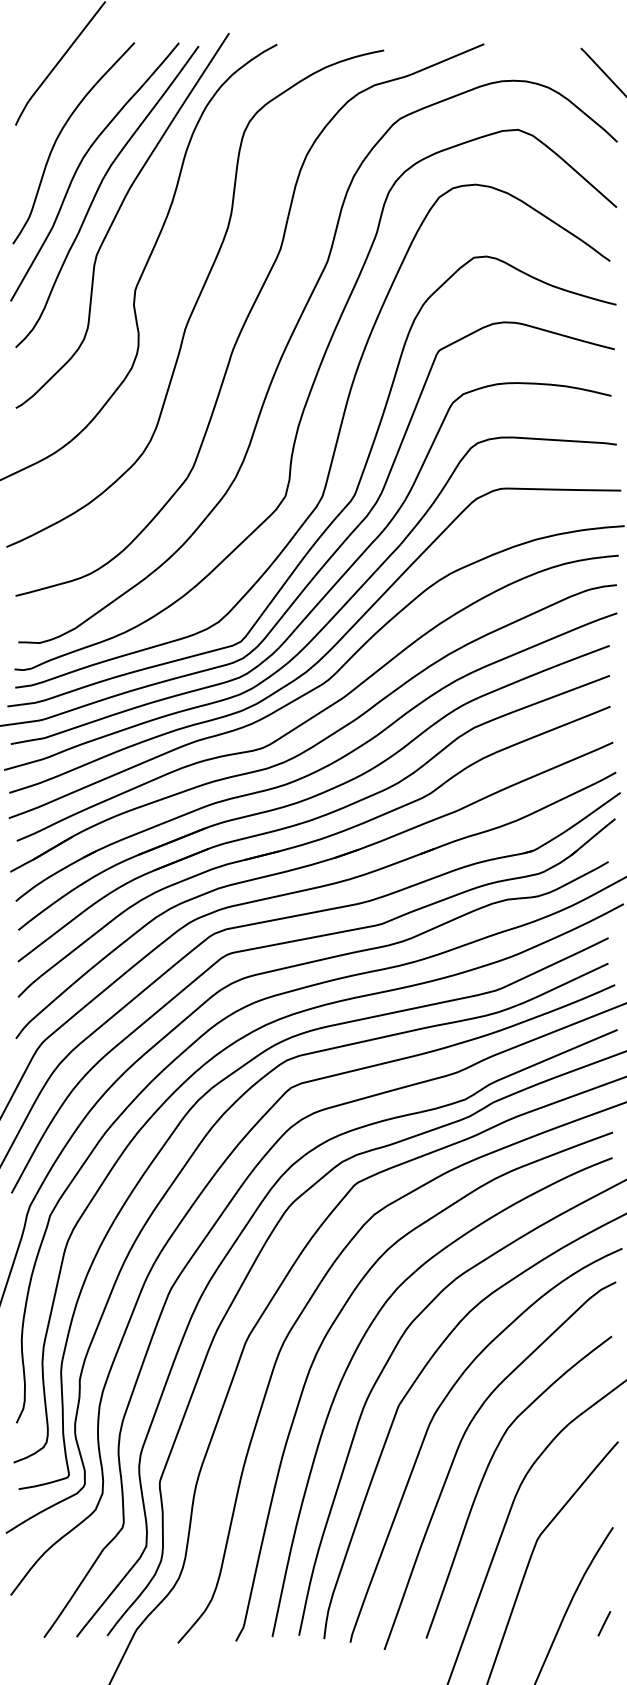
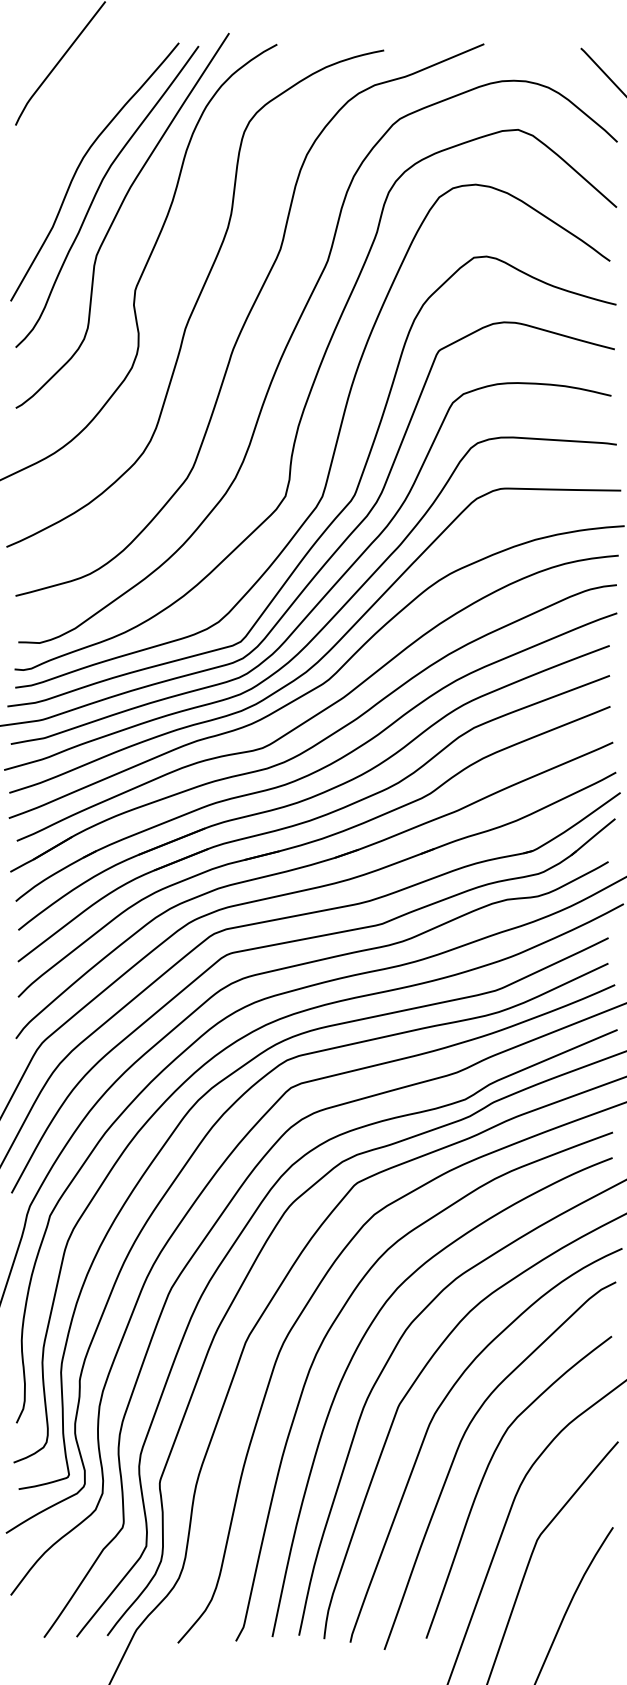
curve at (59, 136): present -> none
line at (604, 1623): present -> none
